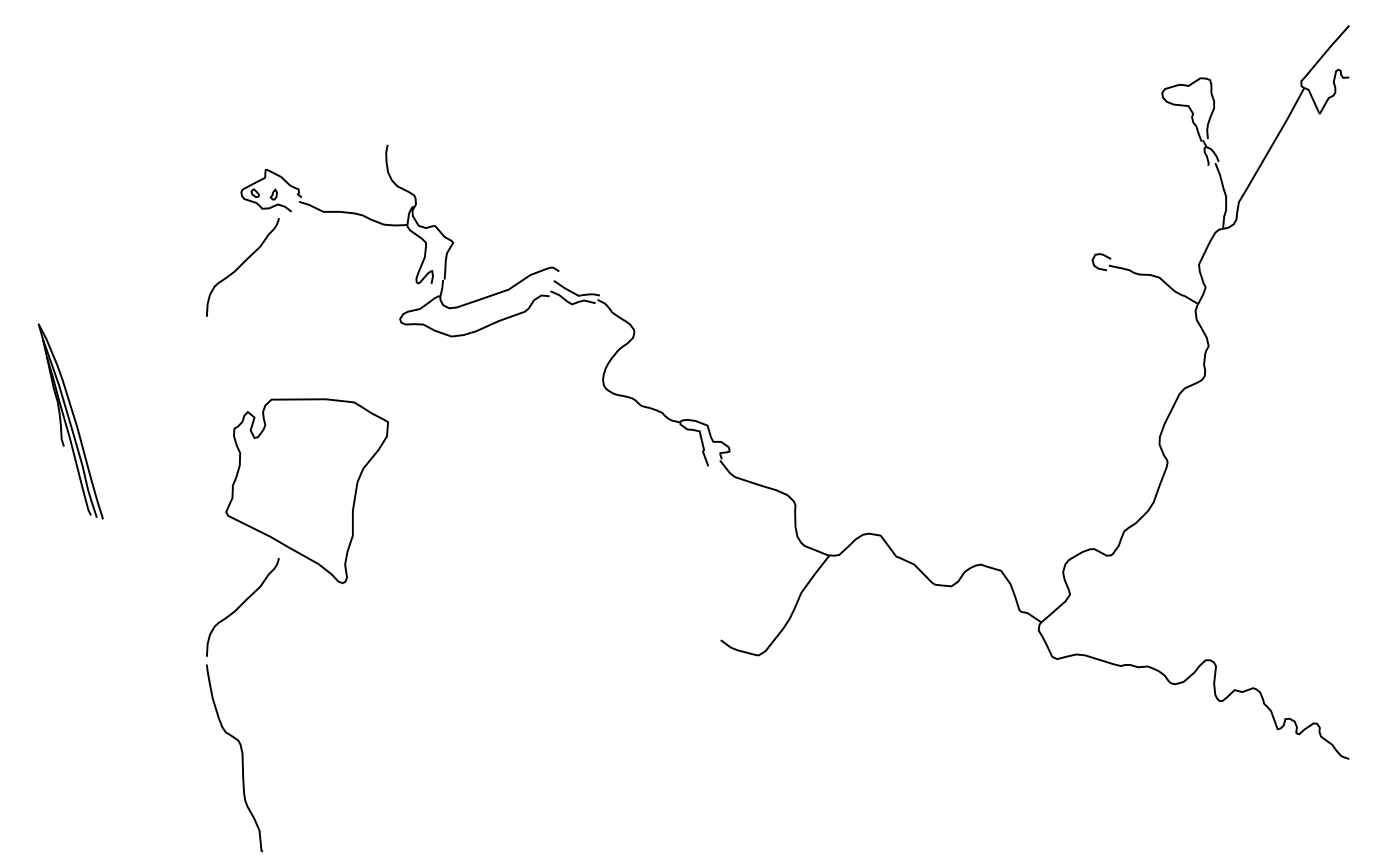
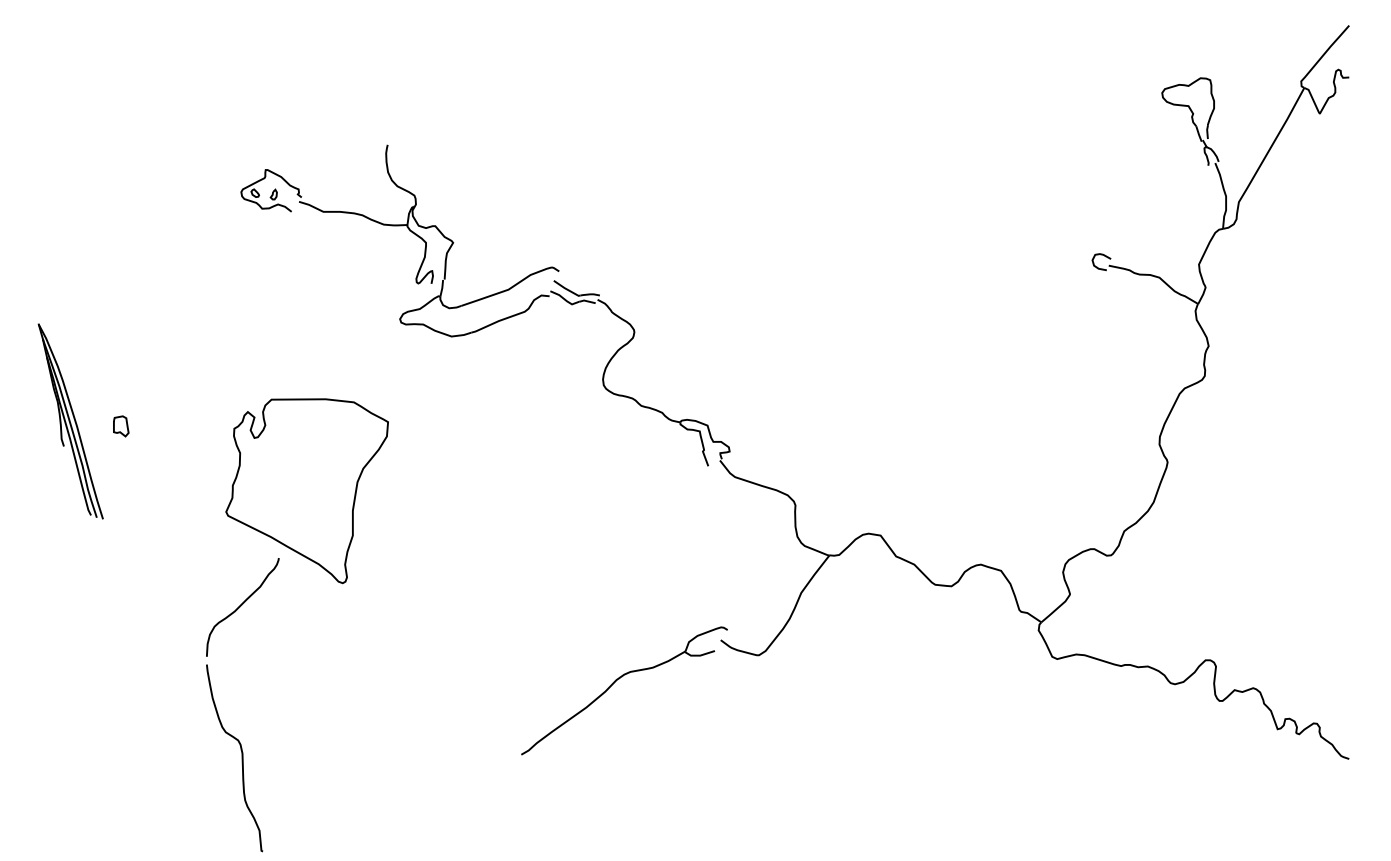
curve at (241, 266): present -> none
part at (121, 426): none -> present
part at (616, 681): none -> present
